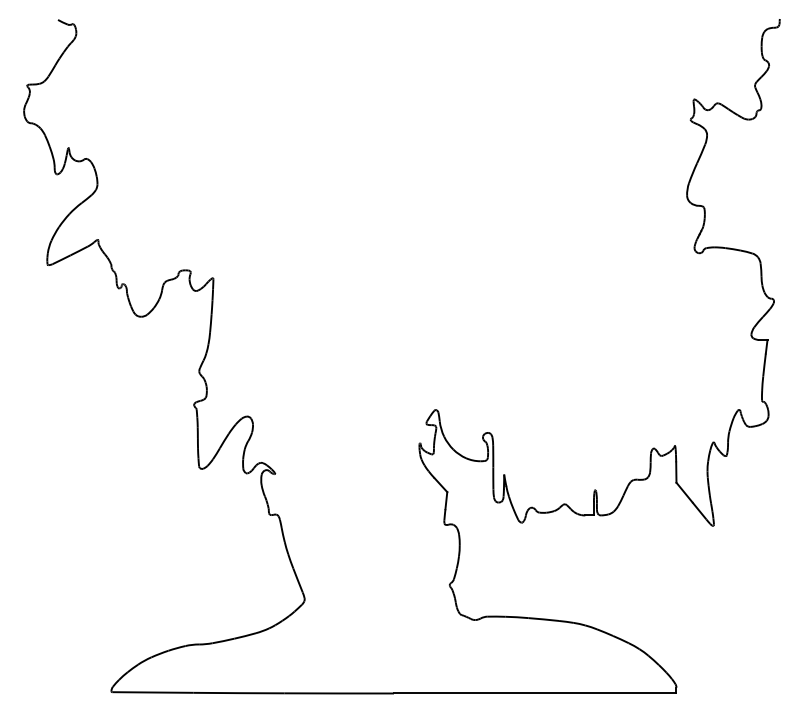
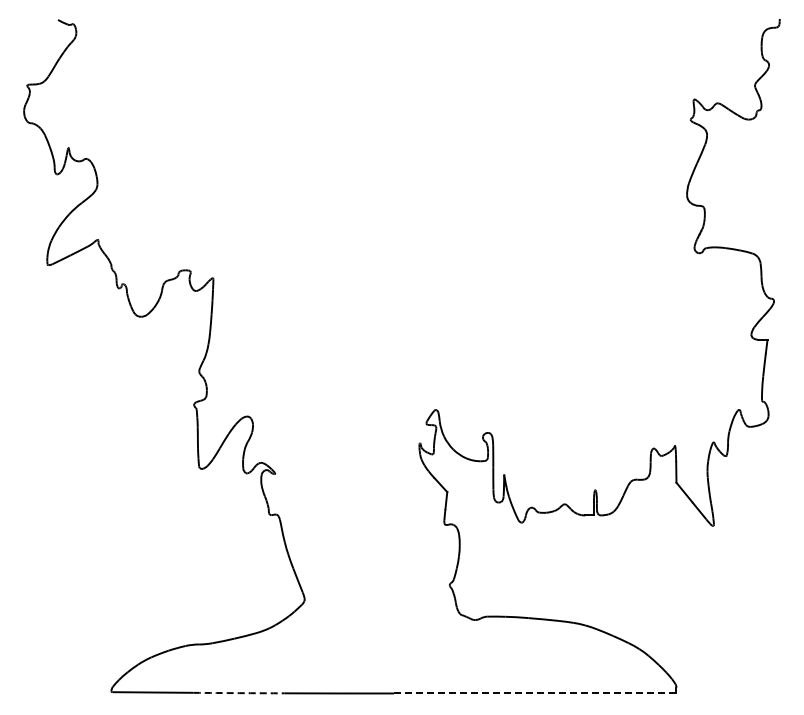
arc at (239, 693): solid -> dashed
line at (535, 693): solid -> dashed
